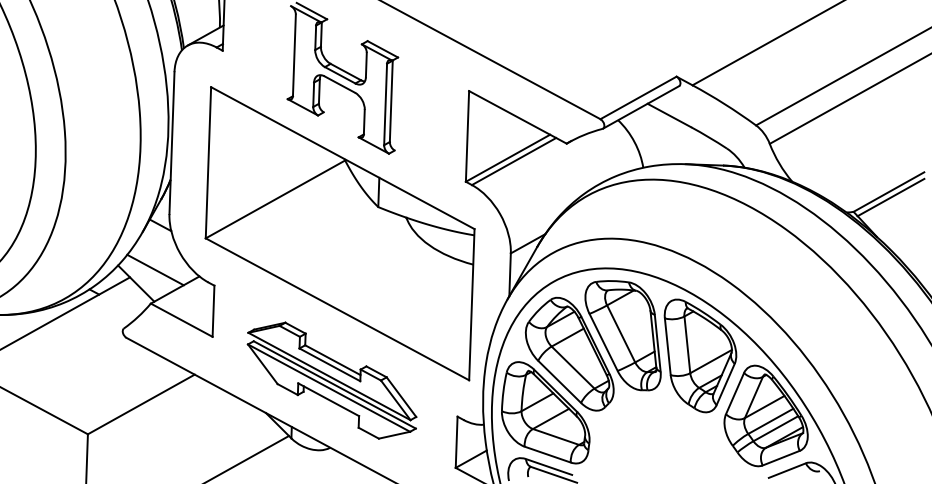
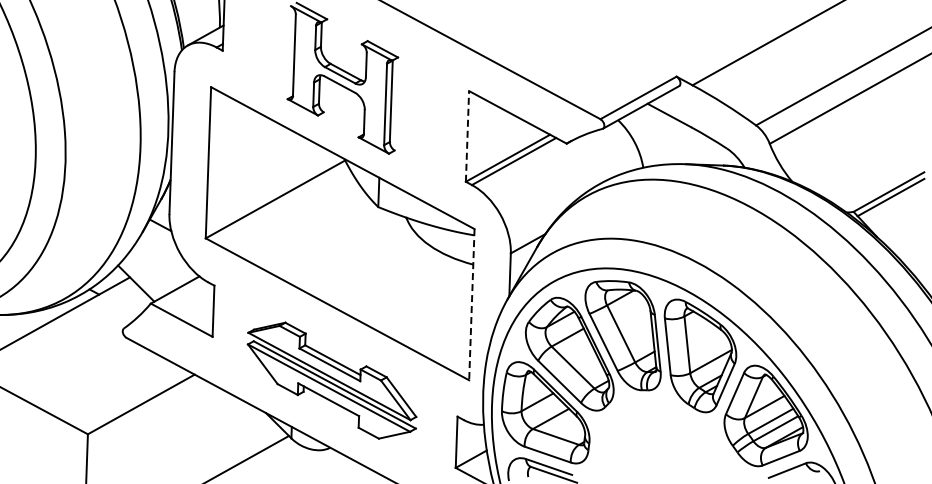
line at (467, 135): solid -> dashed
line at (155, 269): present -> none
line at (471, 304): solid -> dashed
